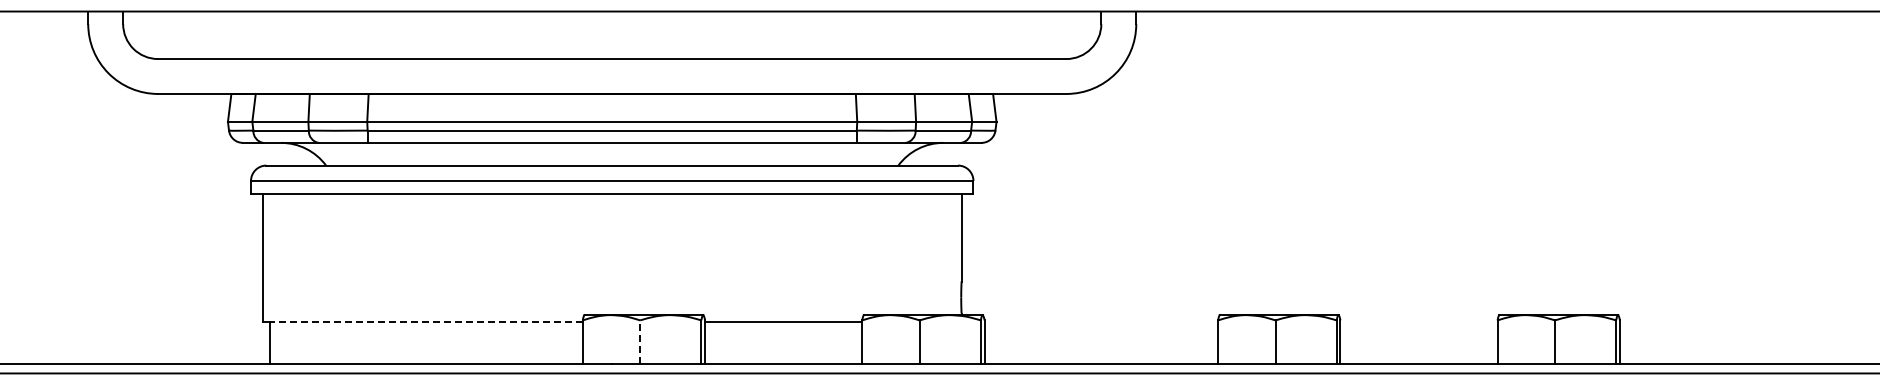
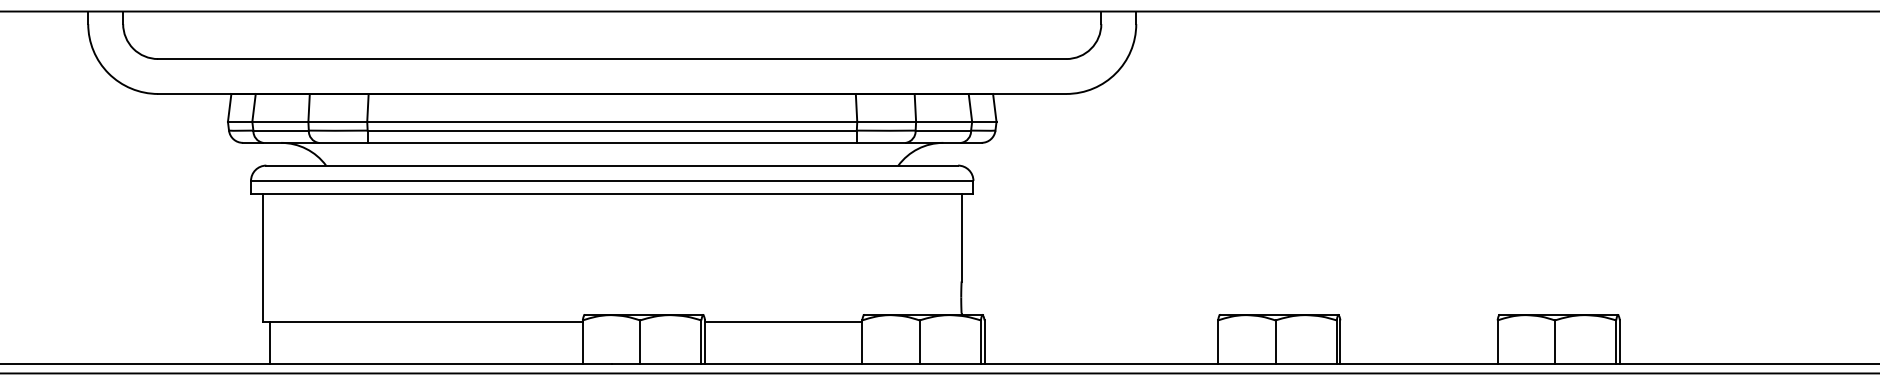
line at (425, 322): dashed -> solid
line at (640, 342): dashed -> solid
